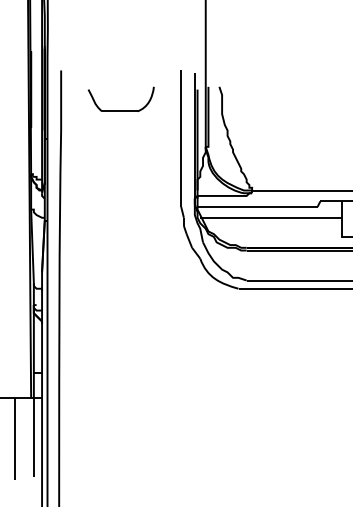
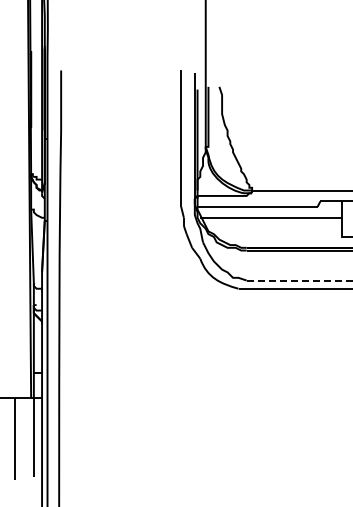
part at (120, 110): present -> none
line at (299, 280): solid -> dashed
